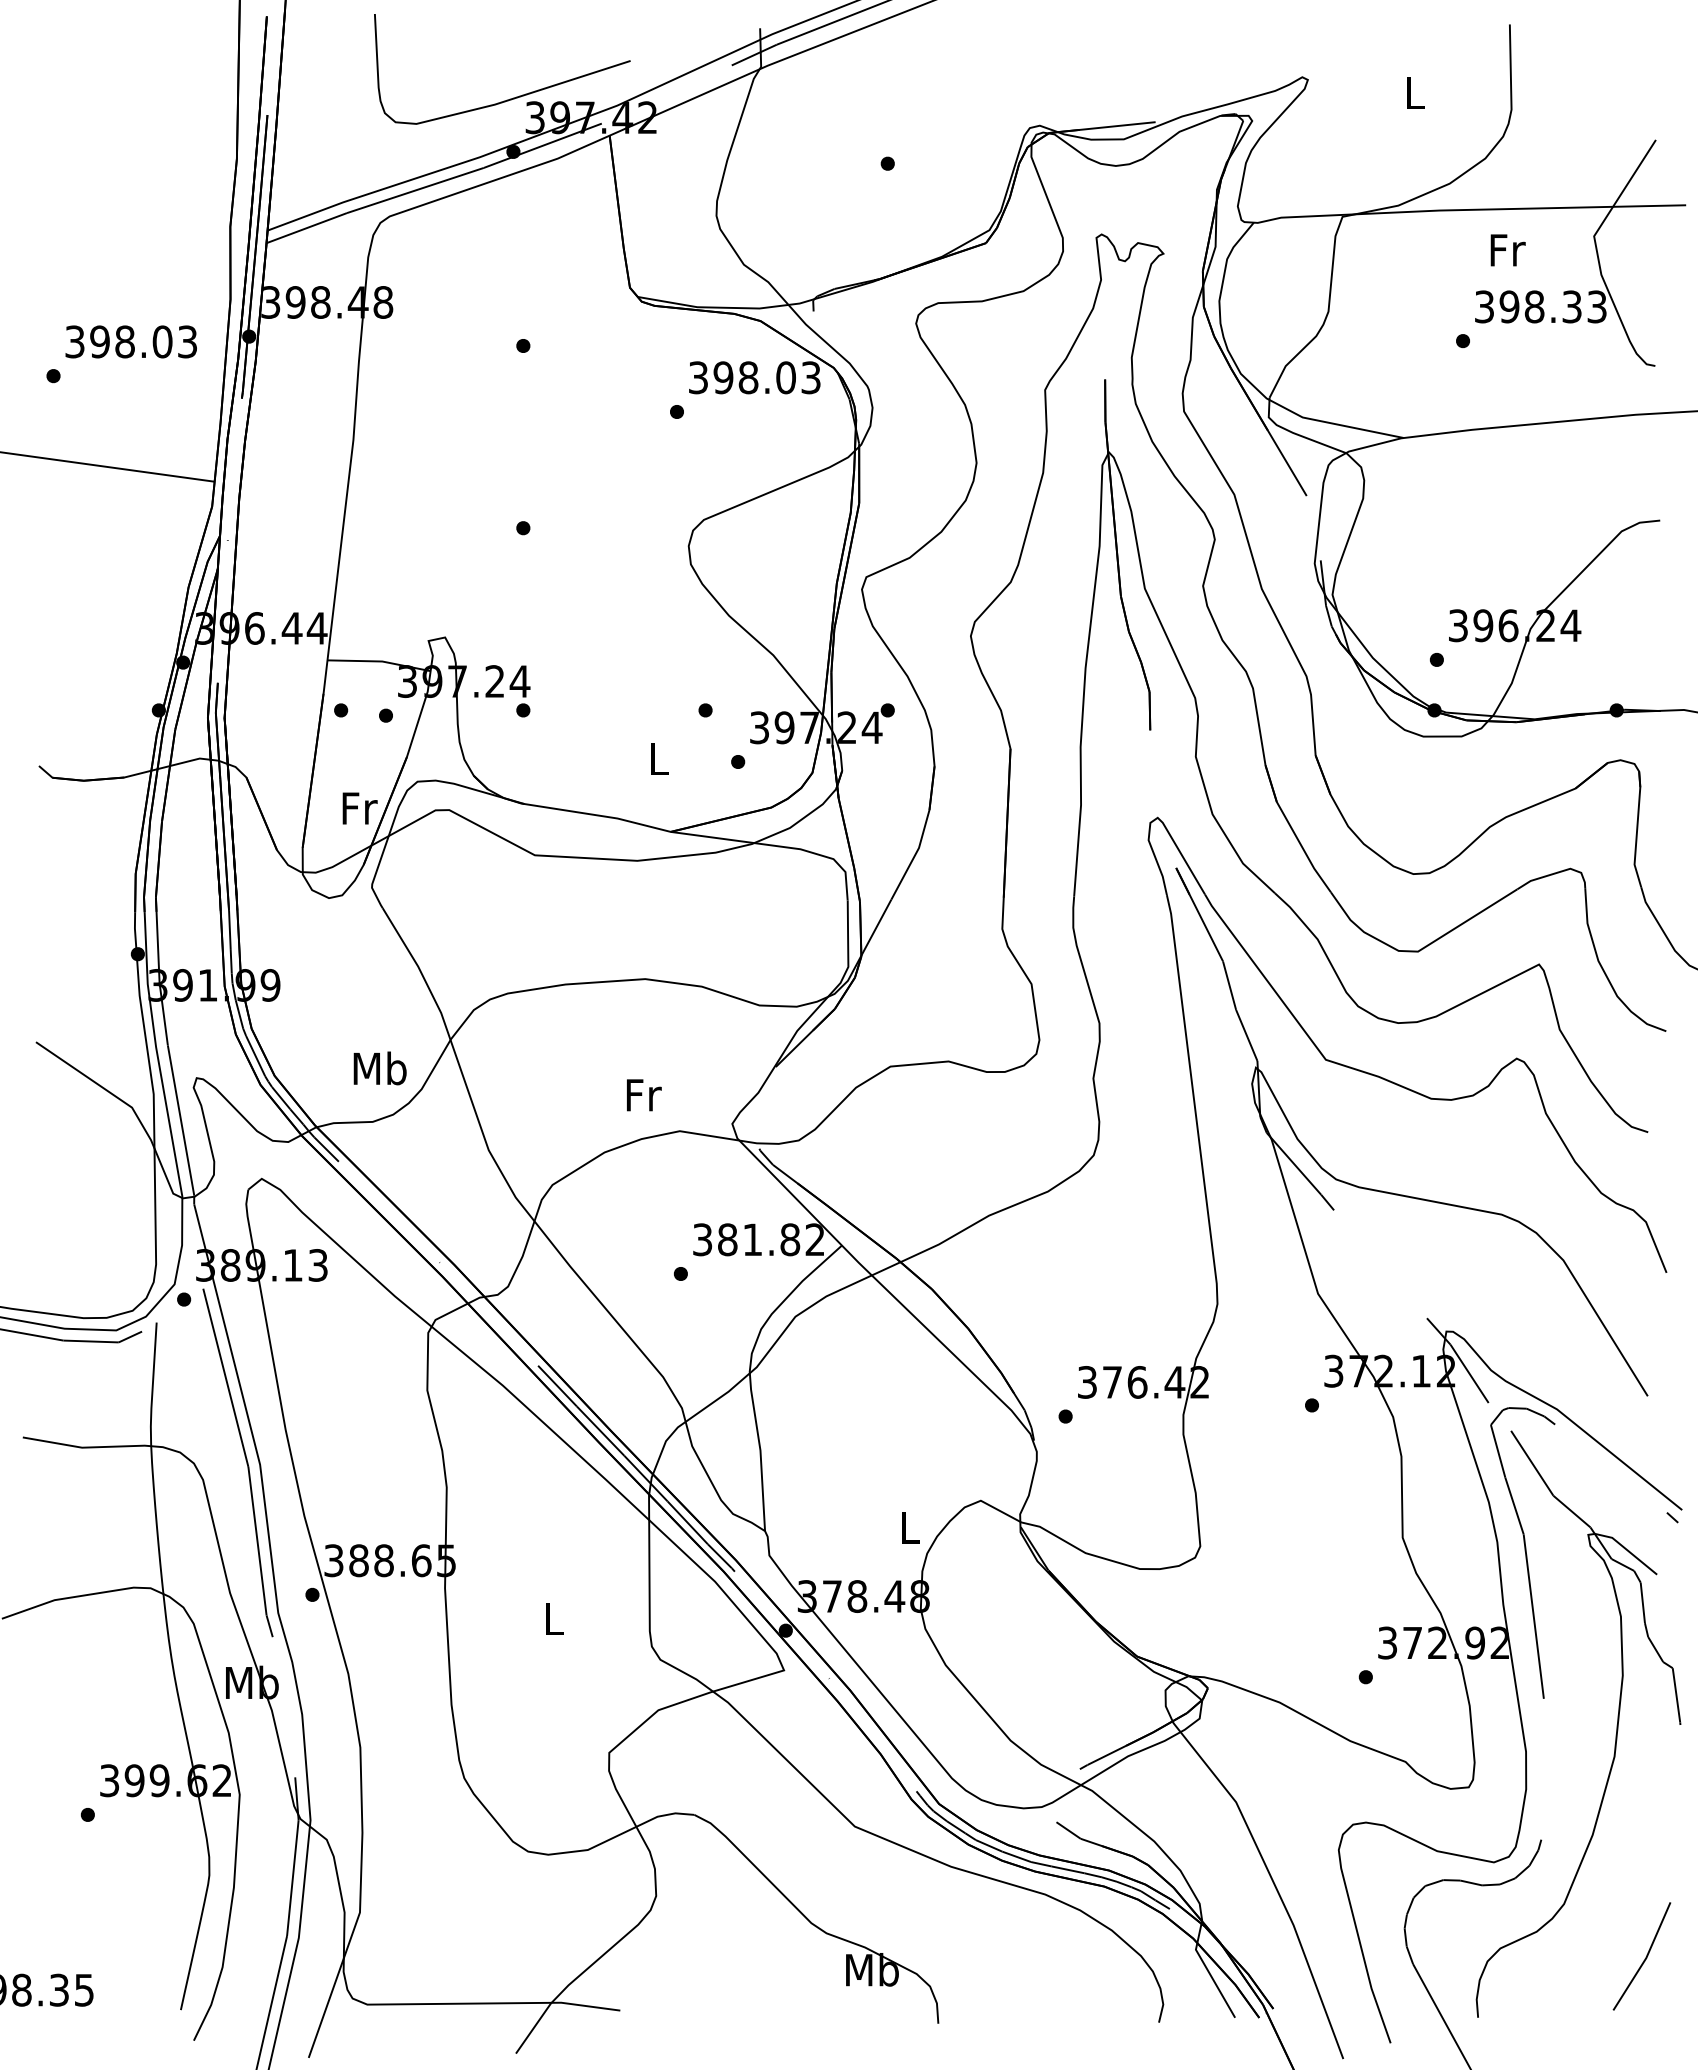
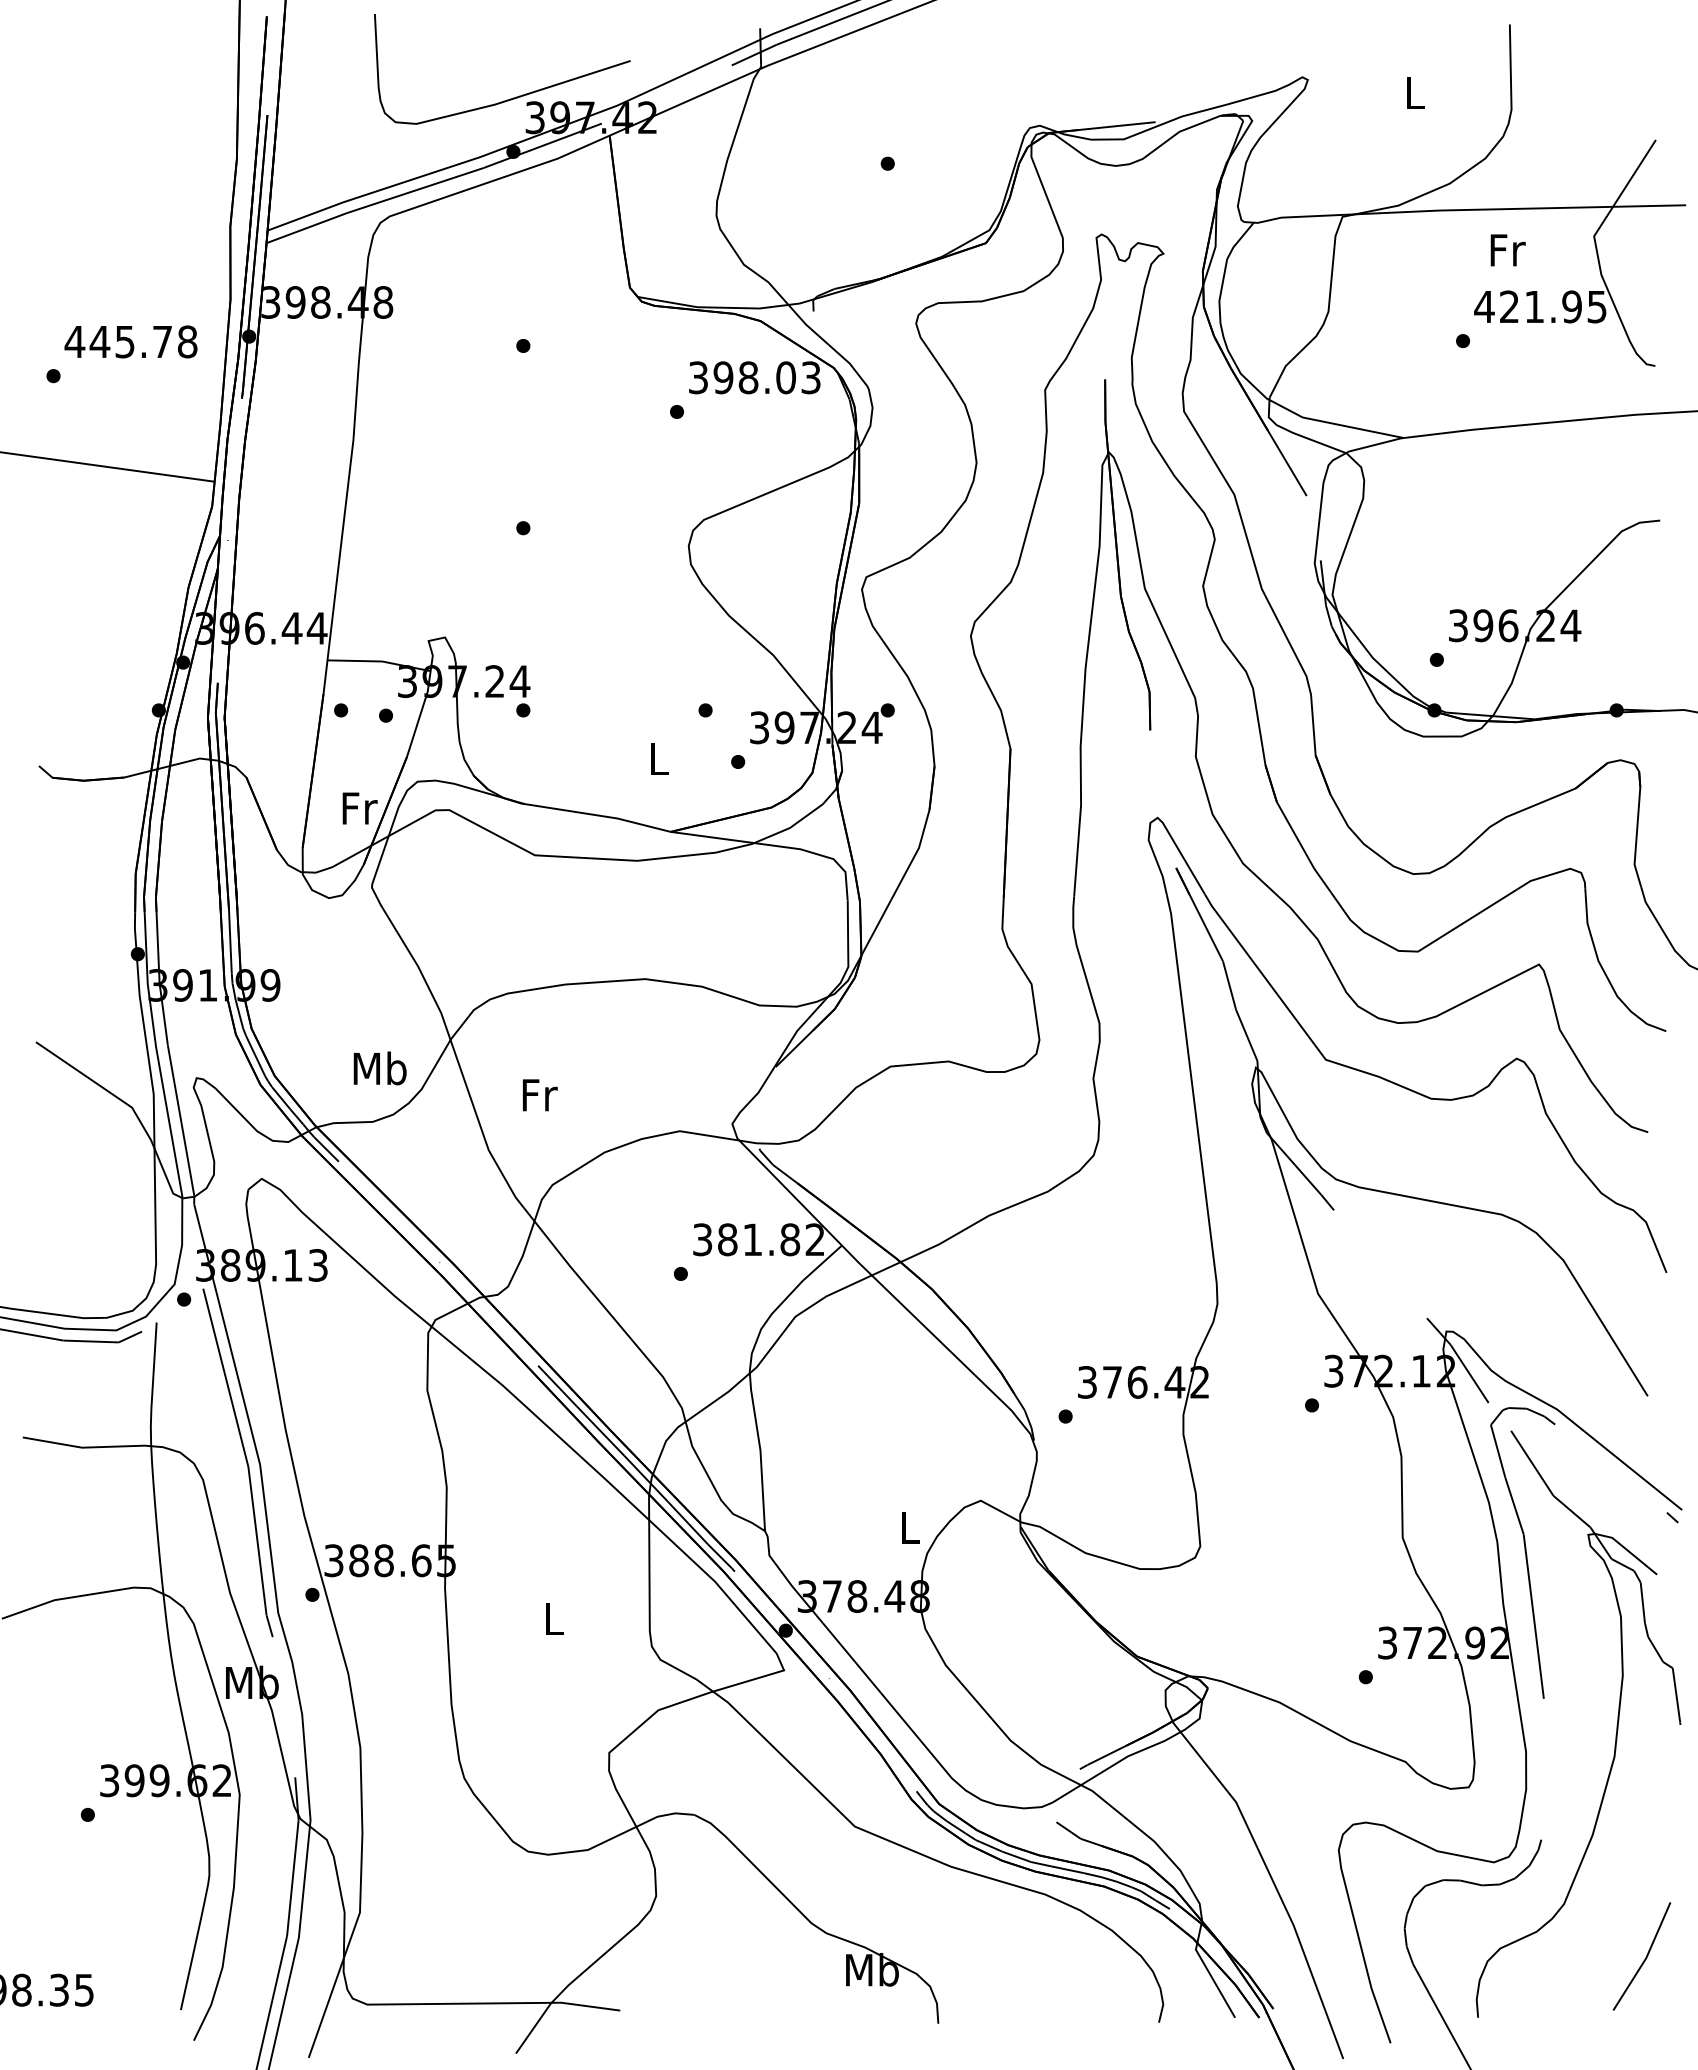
text at (1540, 306): 398.33 -> 421.95
text at (130, 341): 398.03 -> 445.78
text at (644, 1095) position: (644, 1095) -> (540, 1095)
